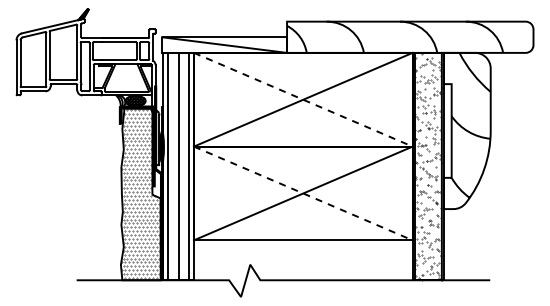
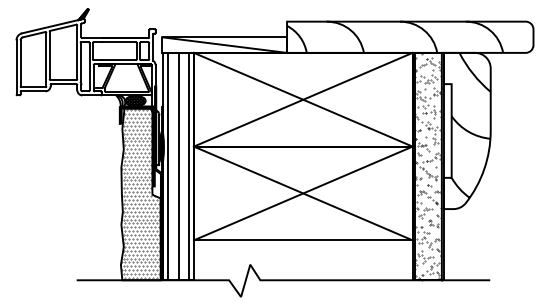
line at (303, 99): dashed -> solid
line at (303, 193): dashed -> solid
